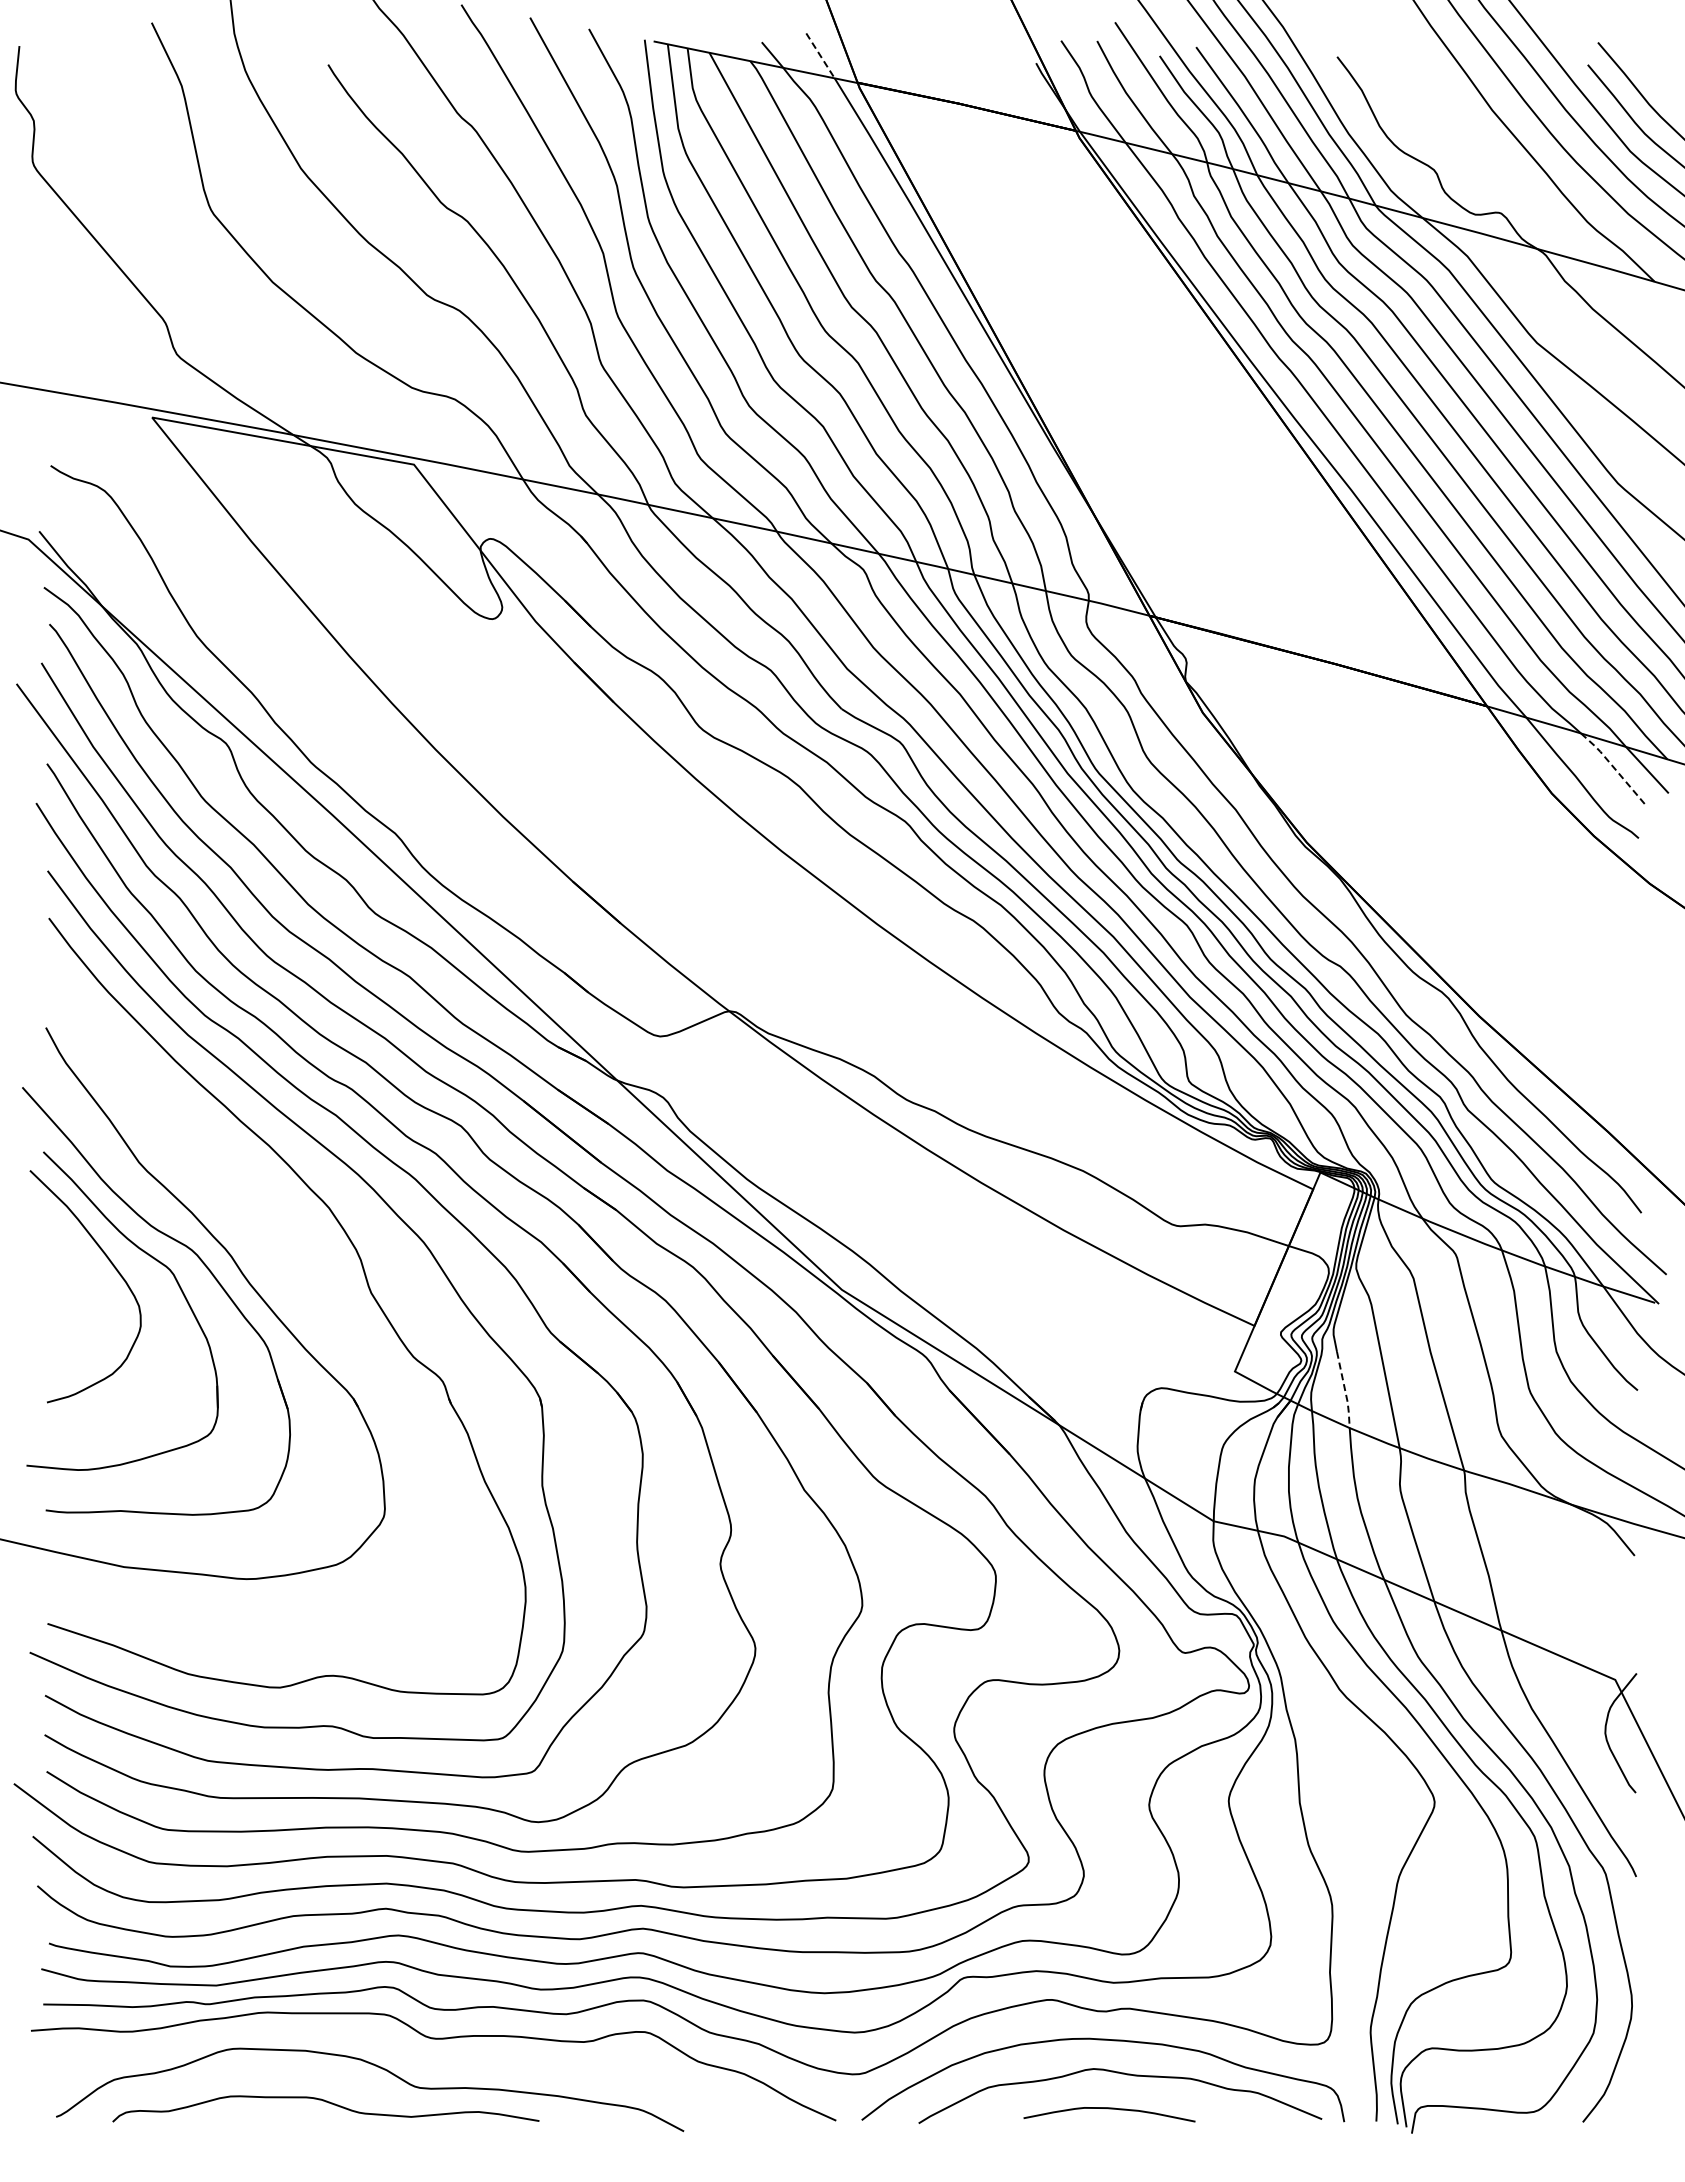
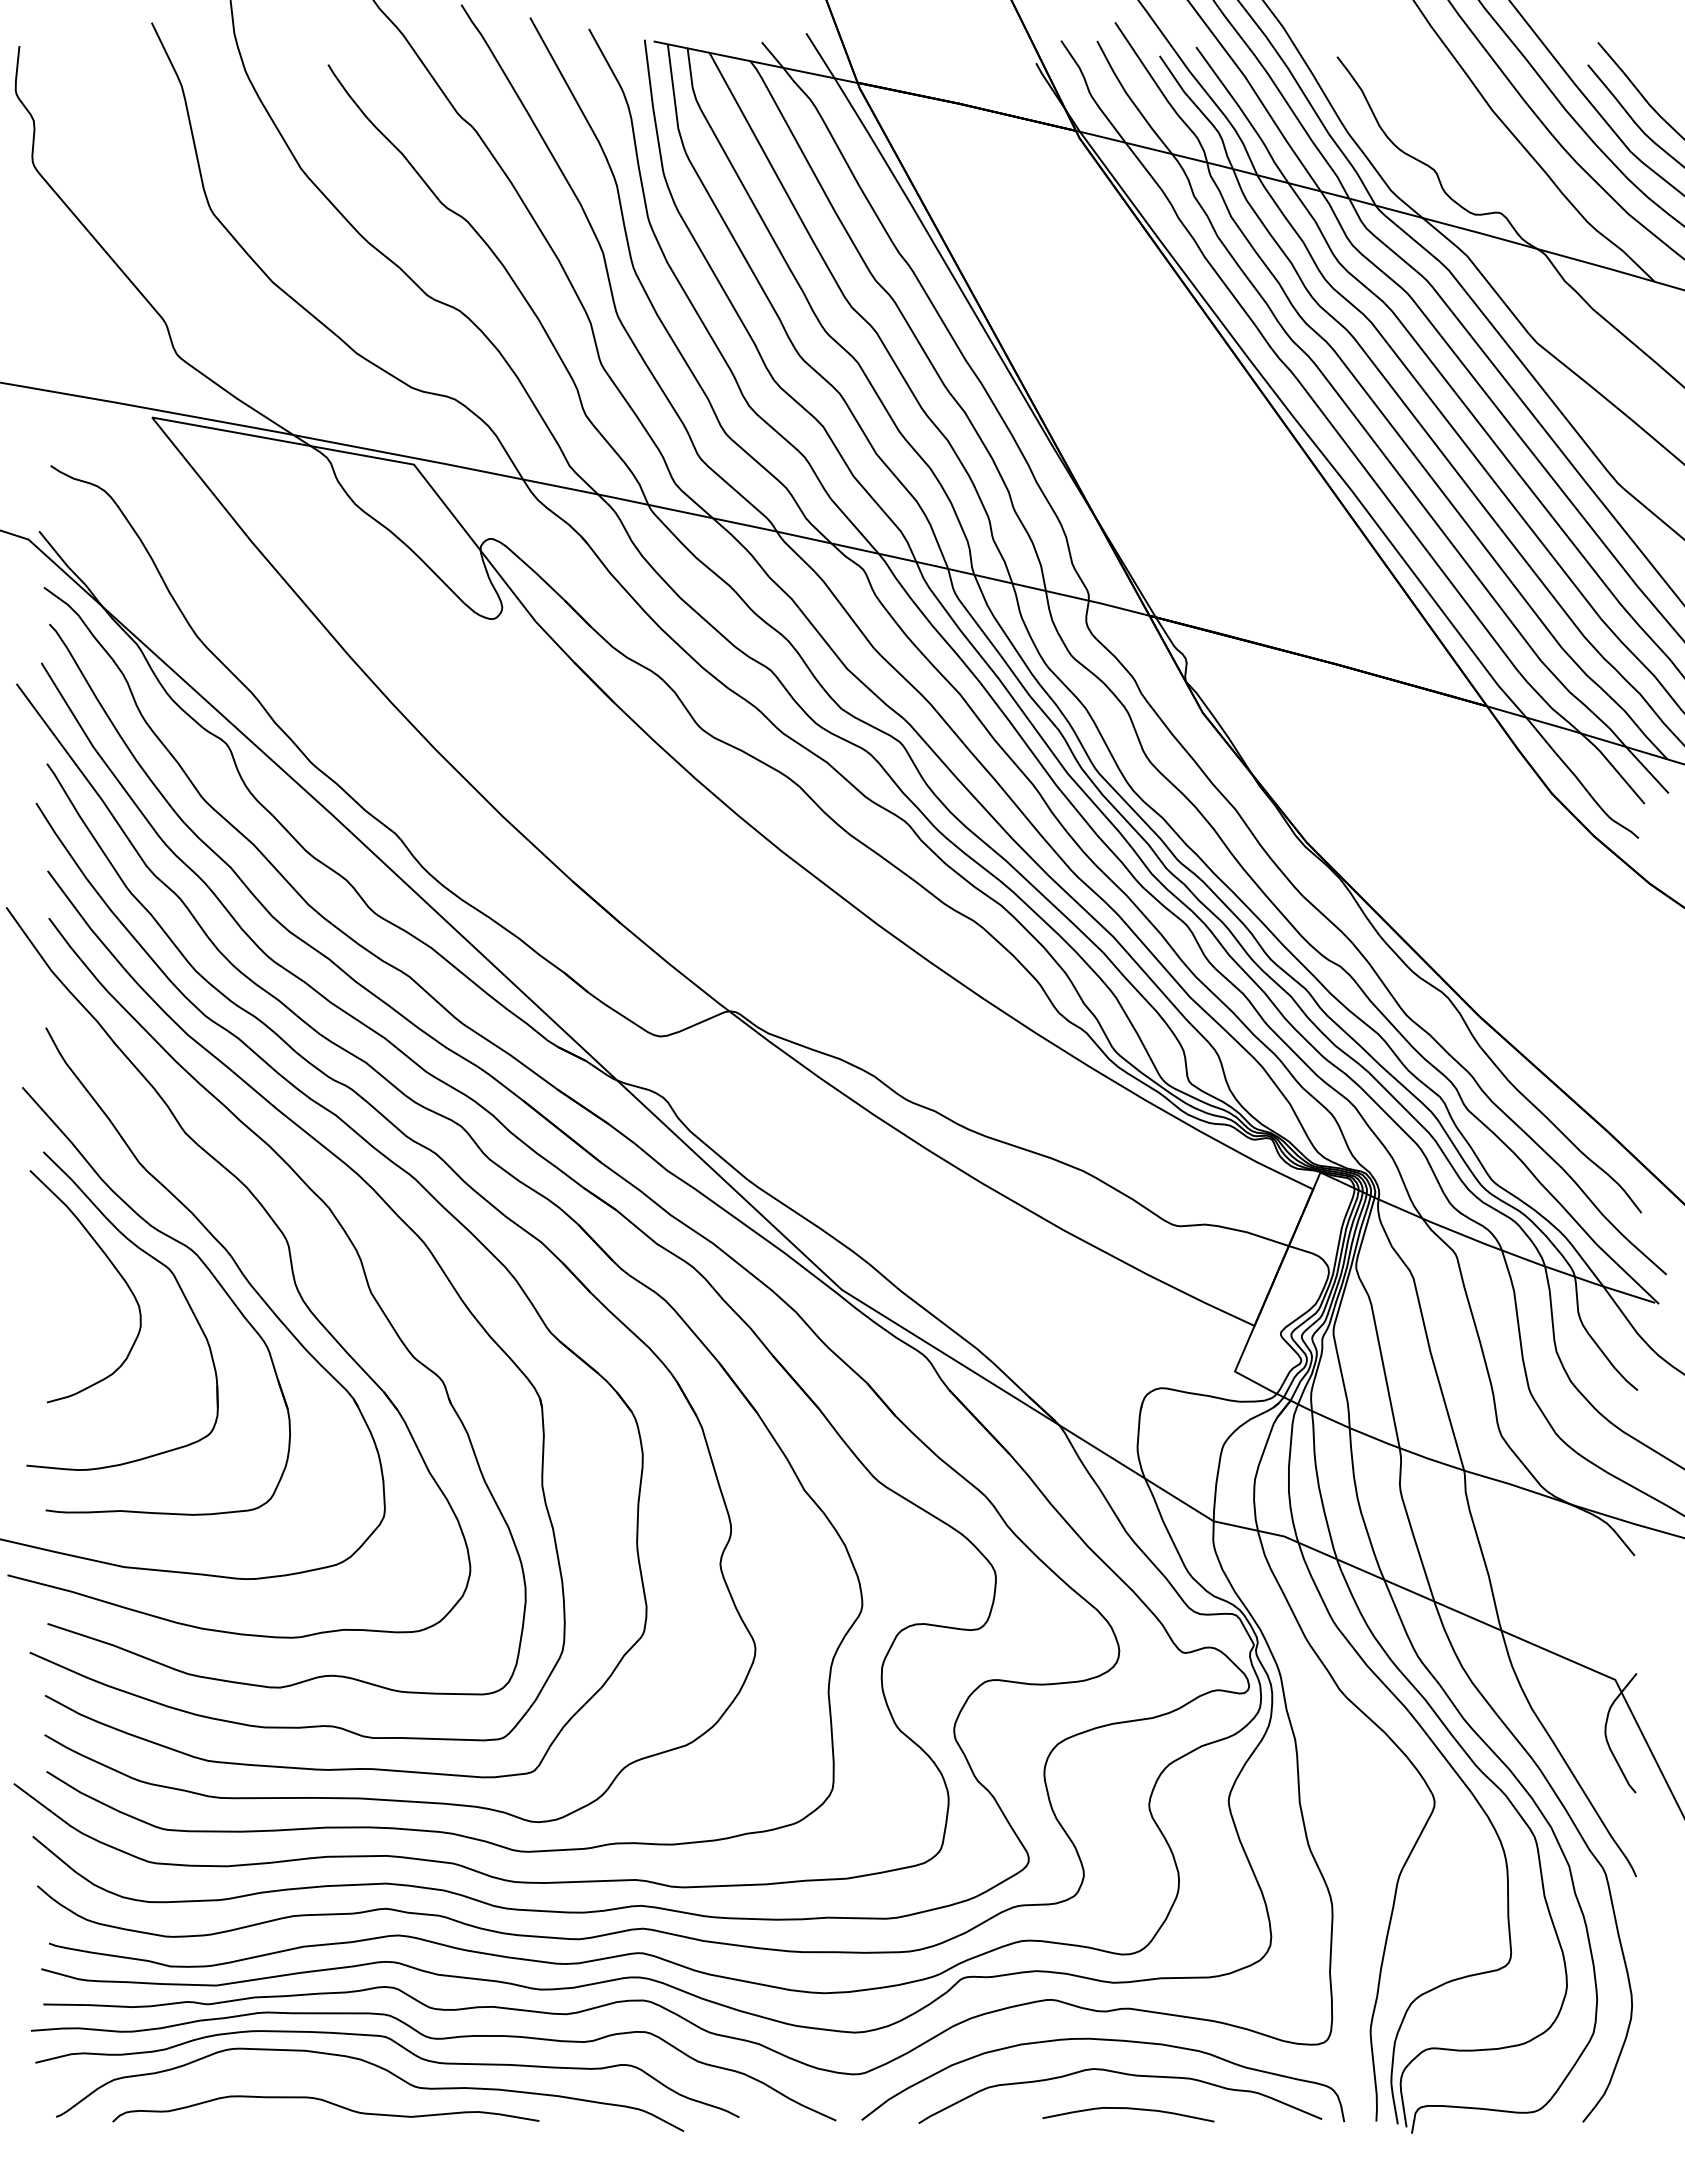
line at (820, 55): dashed -> solid
line at (1613, 766): dashed -> solid
part at (290, 1265): none -> present
line at (1345, 1391): dashed -> solid
curve at (402, 2048): none -> present
curve at (1109, 2109) position: (1109, 2109) -> (1128, 2109)
